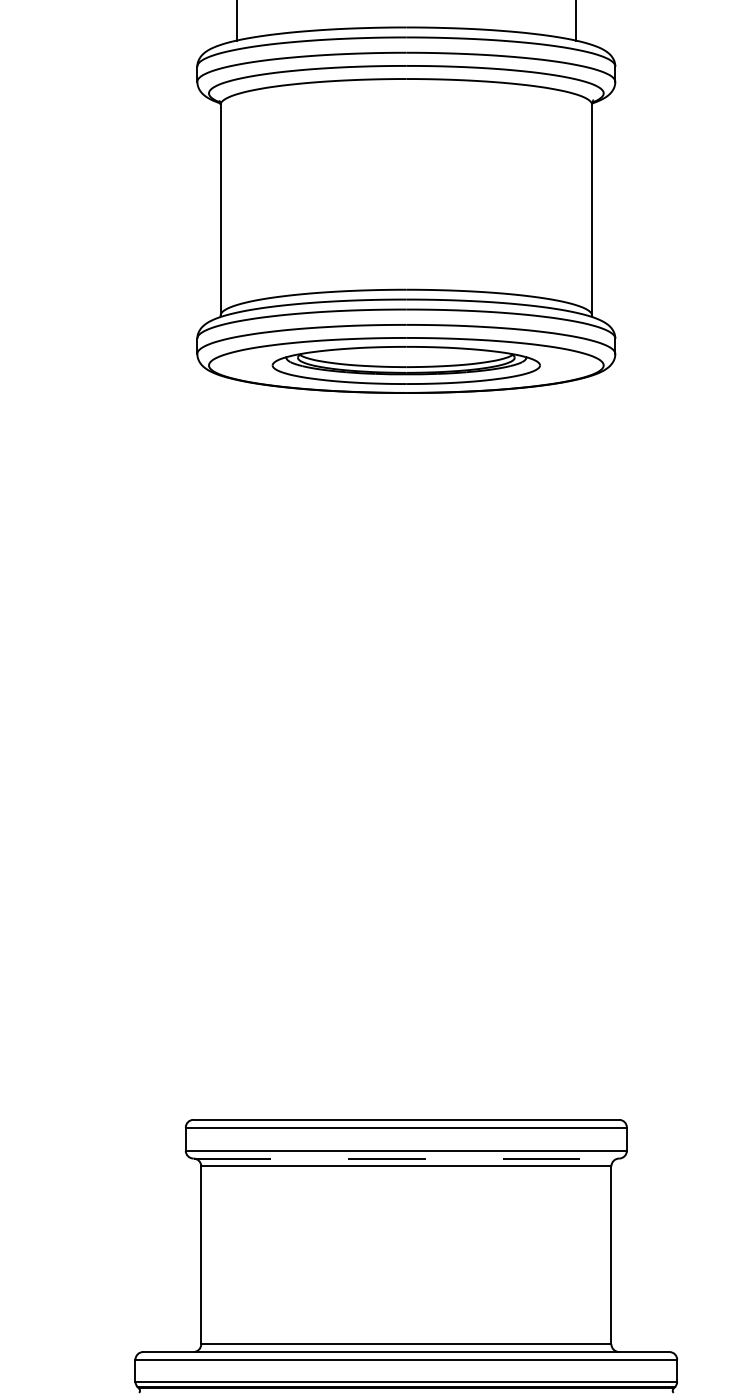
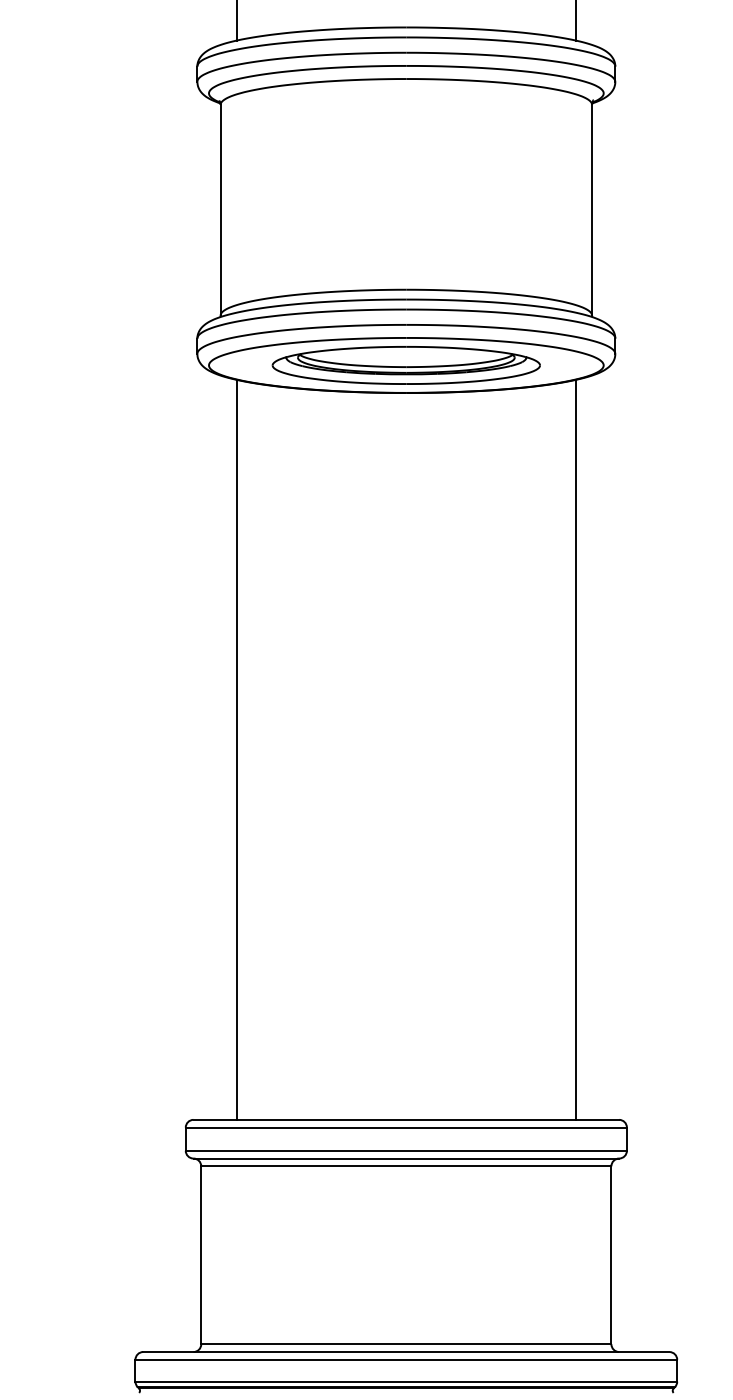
line at (237, 749): none -> present
line at (575, 749): none -> present
line at (406, 1158): dashed -> solid
